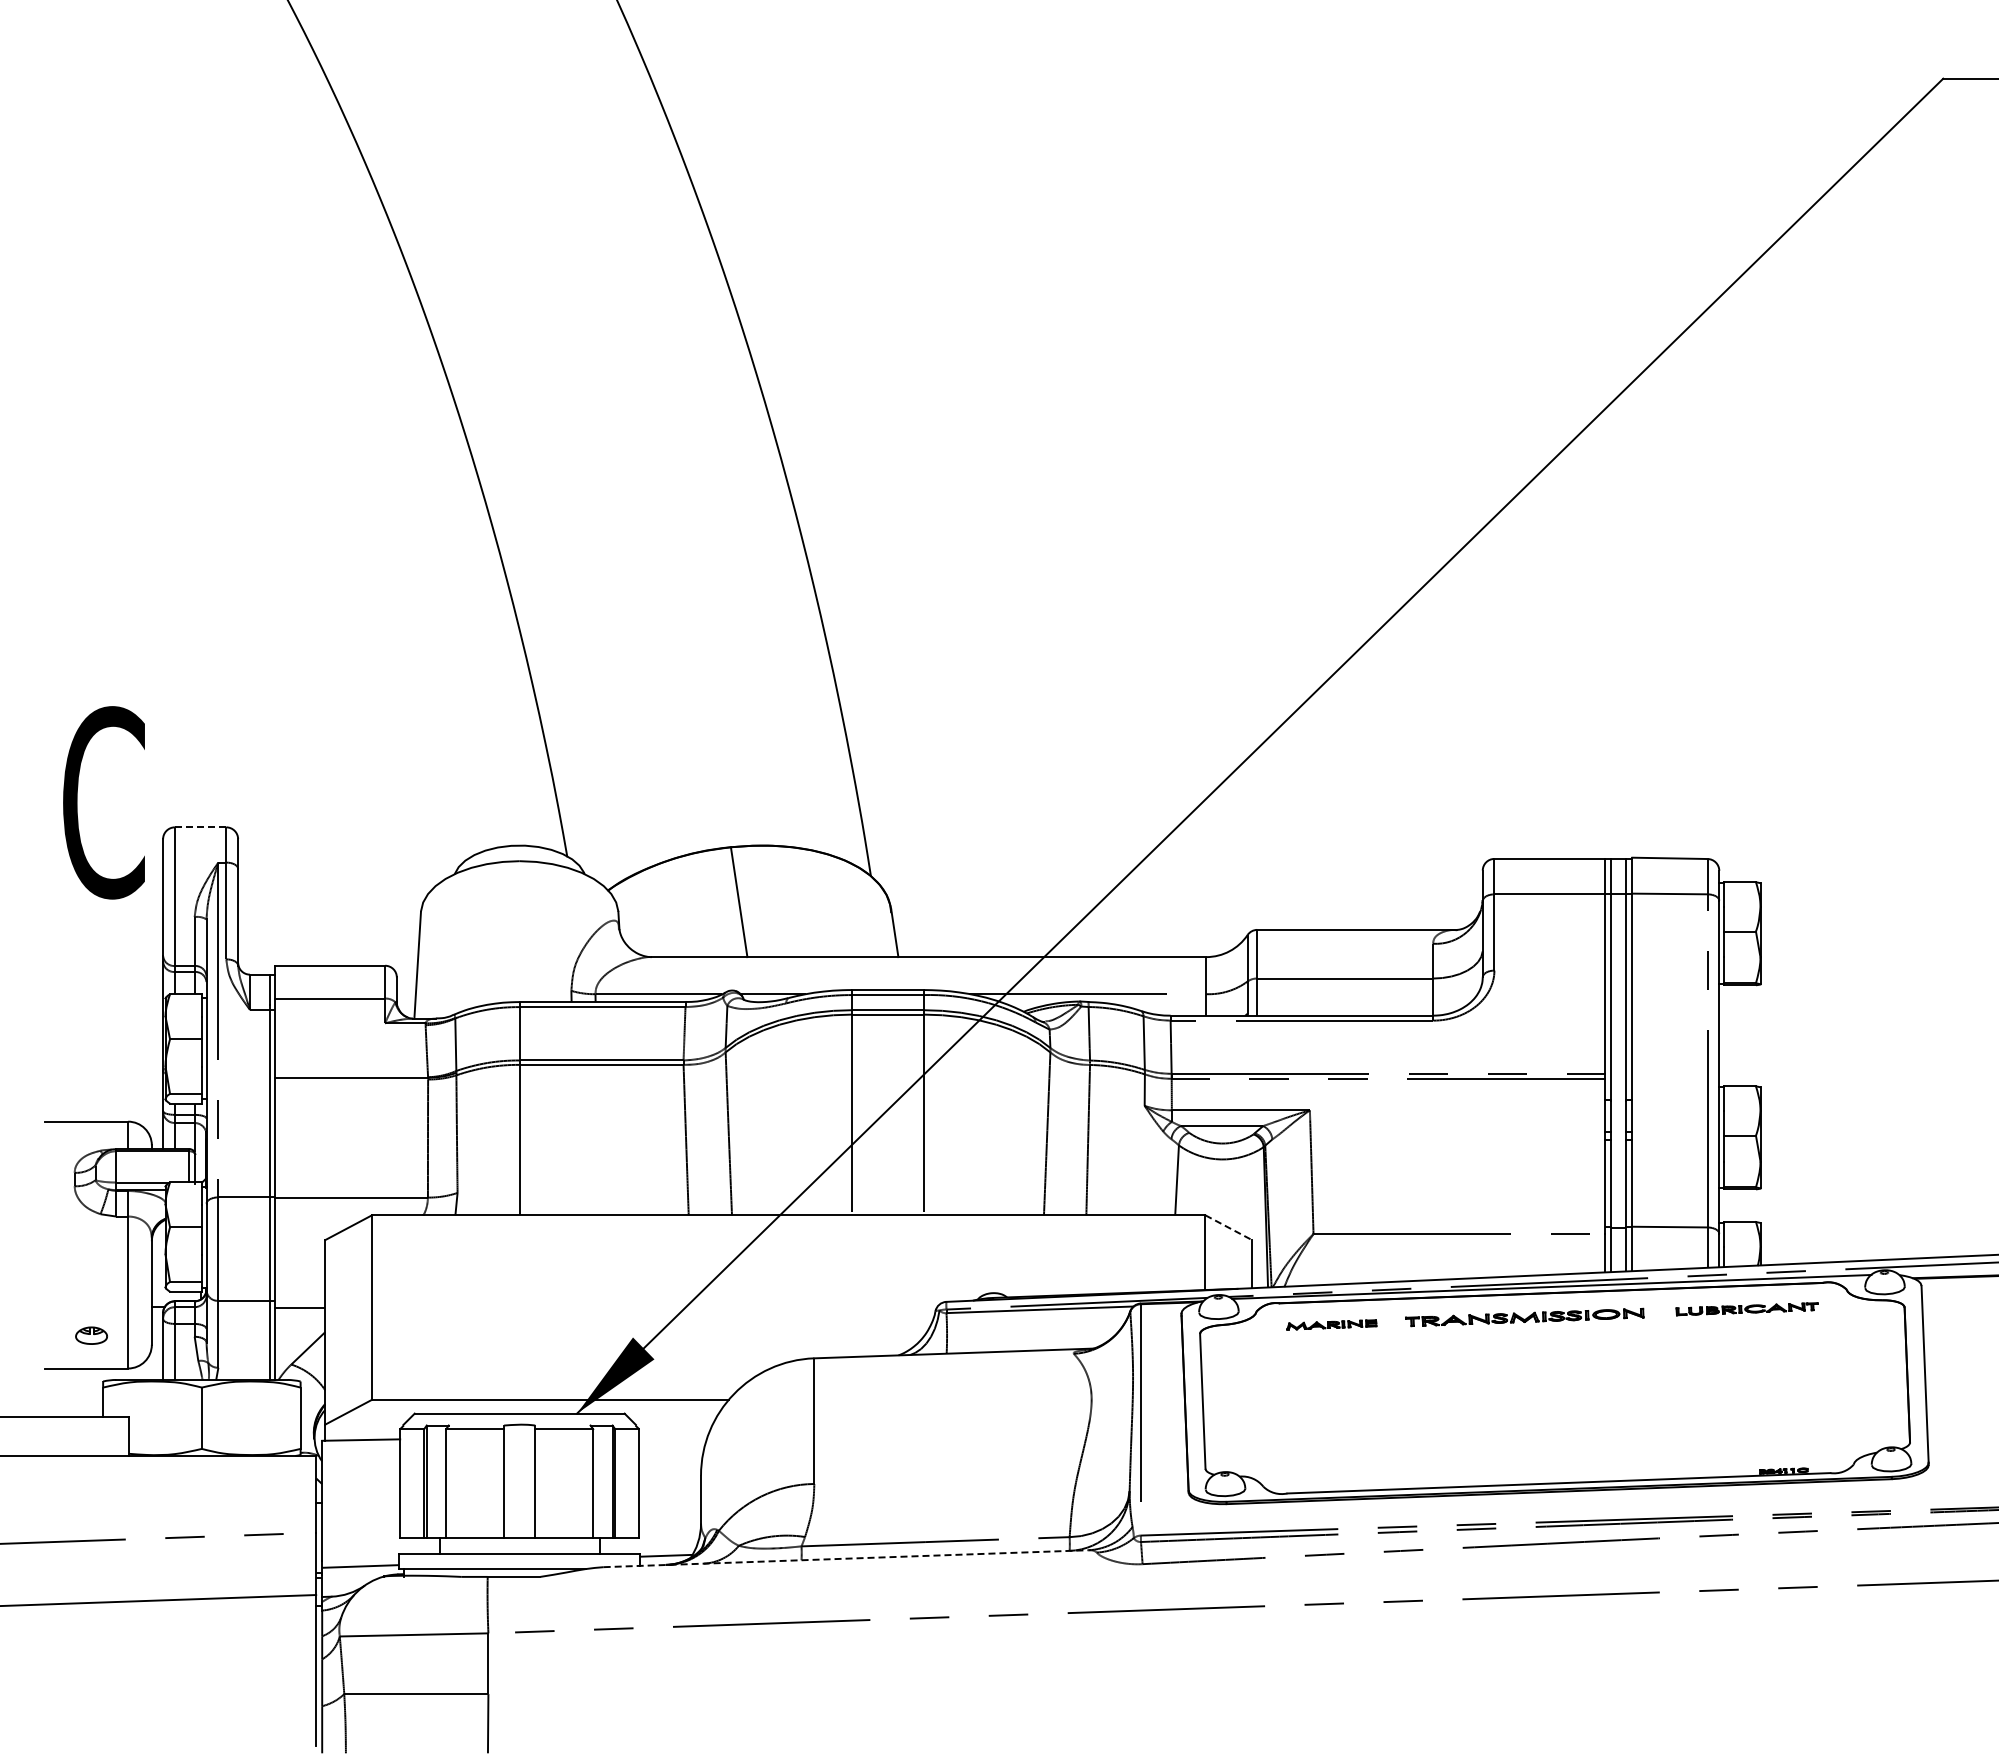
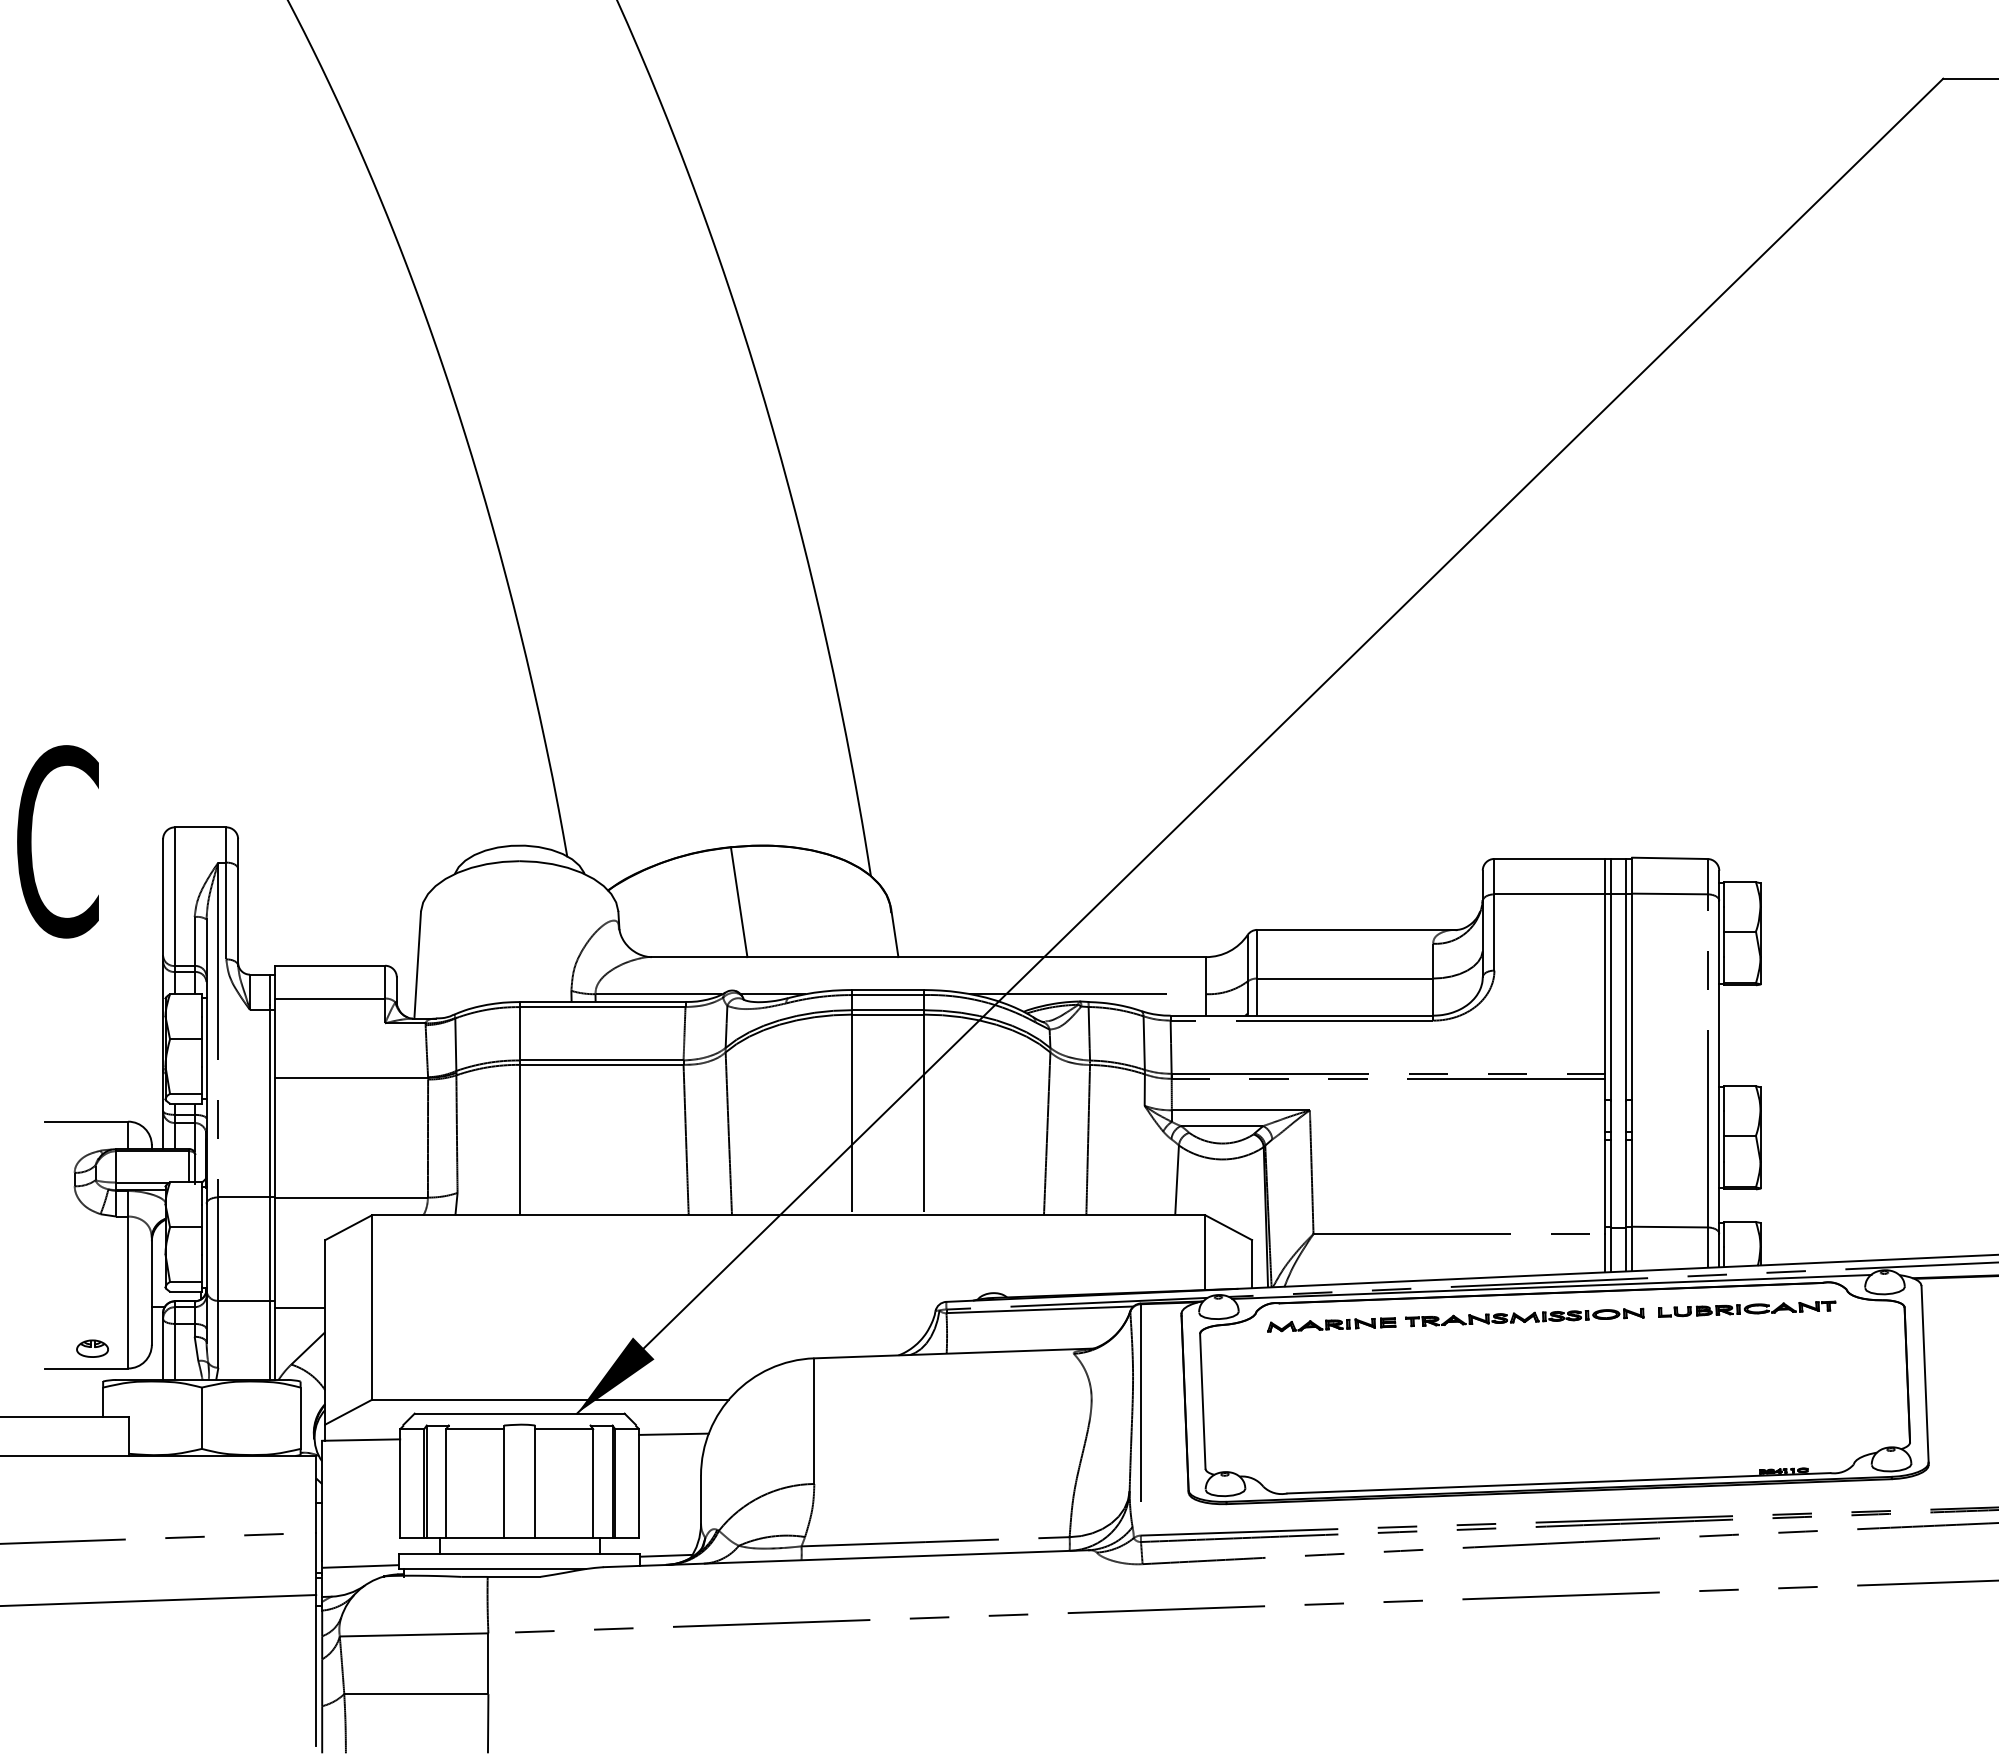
text at (103, 802) position: (103, 802) -> (57, 841)
line at (200, 827): dashed -> solid
line at (1229, 1227): dashed -> solid
part at (1746, 1309) size: 144x15 px -> 179x18 px
part at (1331, 1324) size: 92x12 px -> 130x16 px
part at (91, 1335) position: (91, 1335) -> (92, 1348)
line at (673, 1433): none -> present
line at (846, 1558): dashed -> solid
